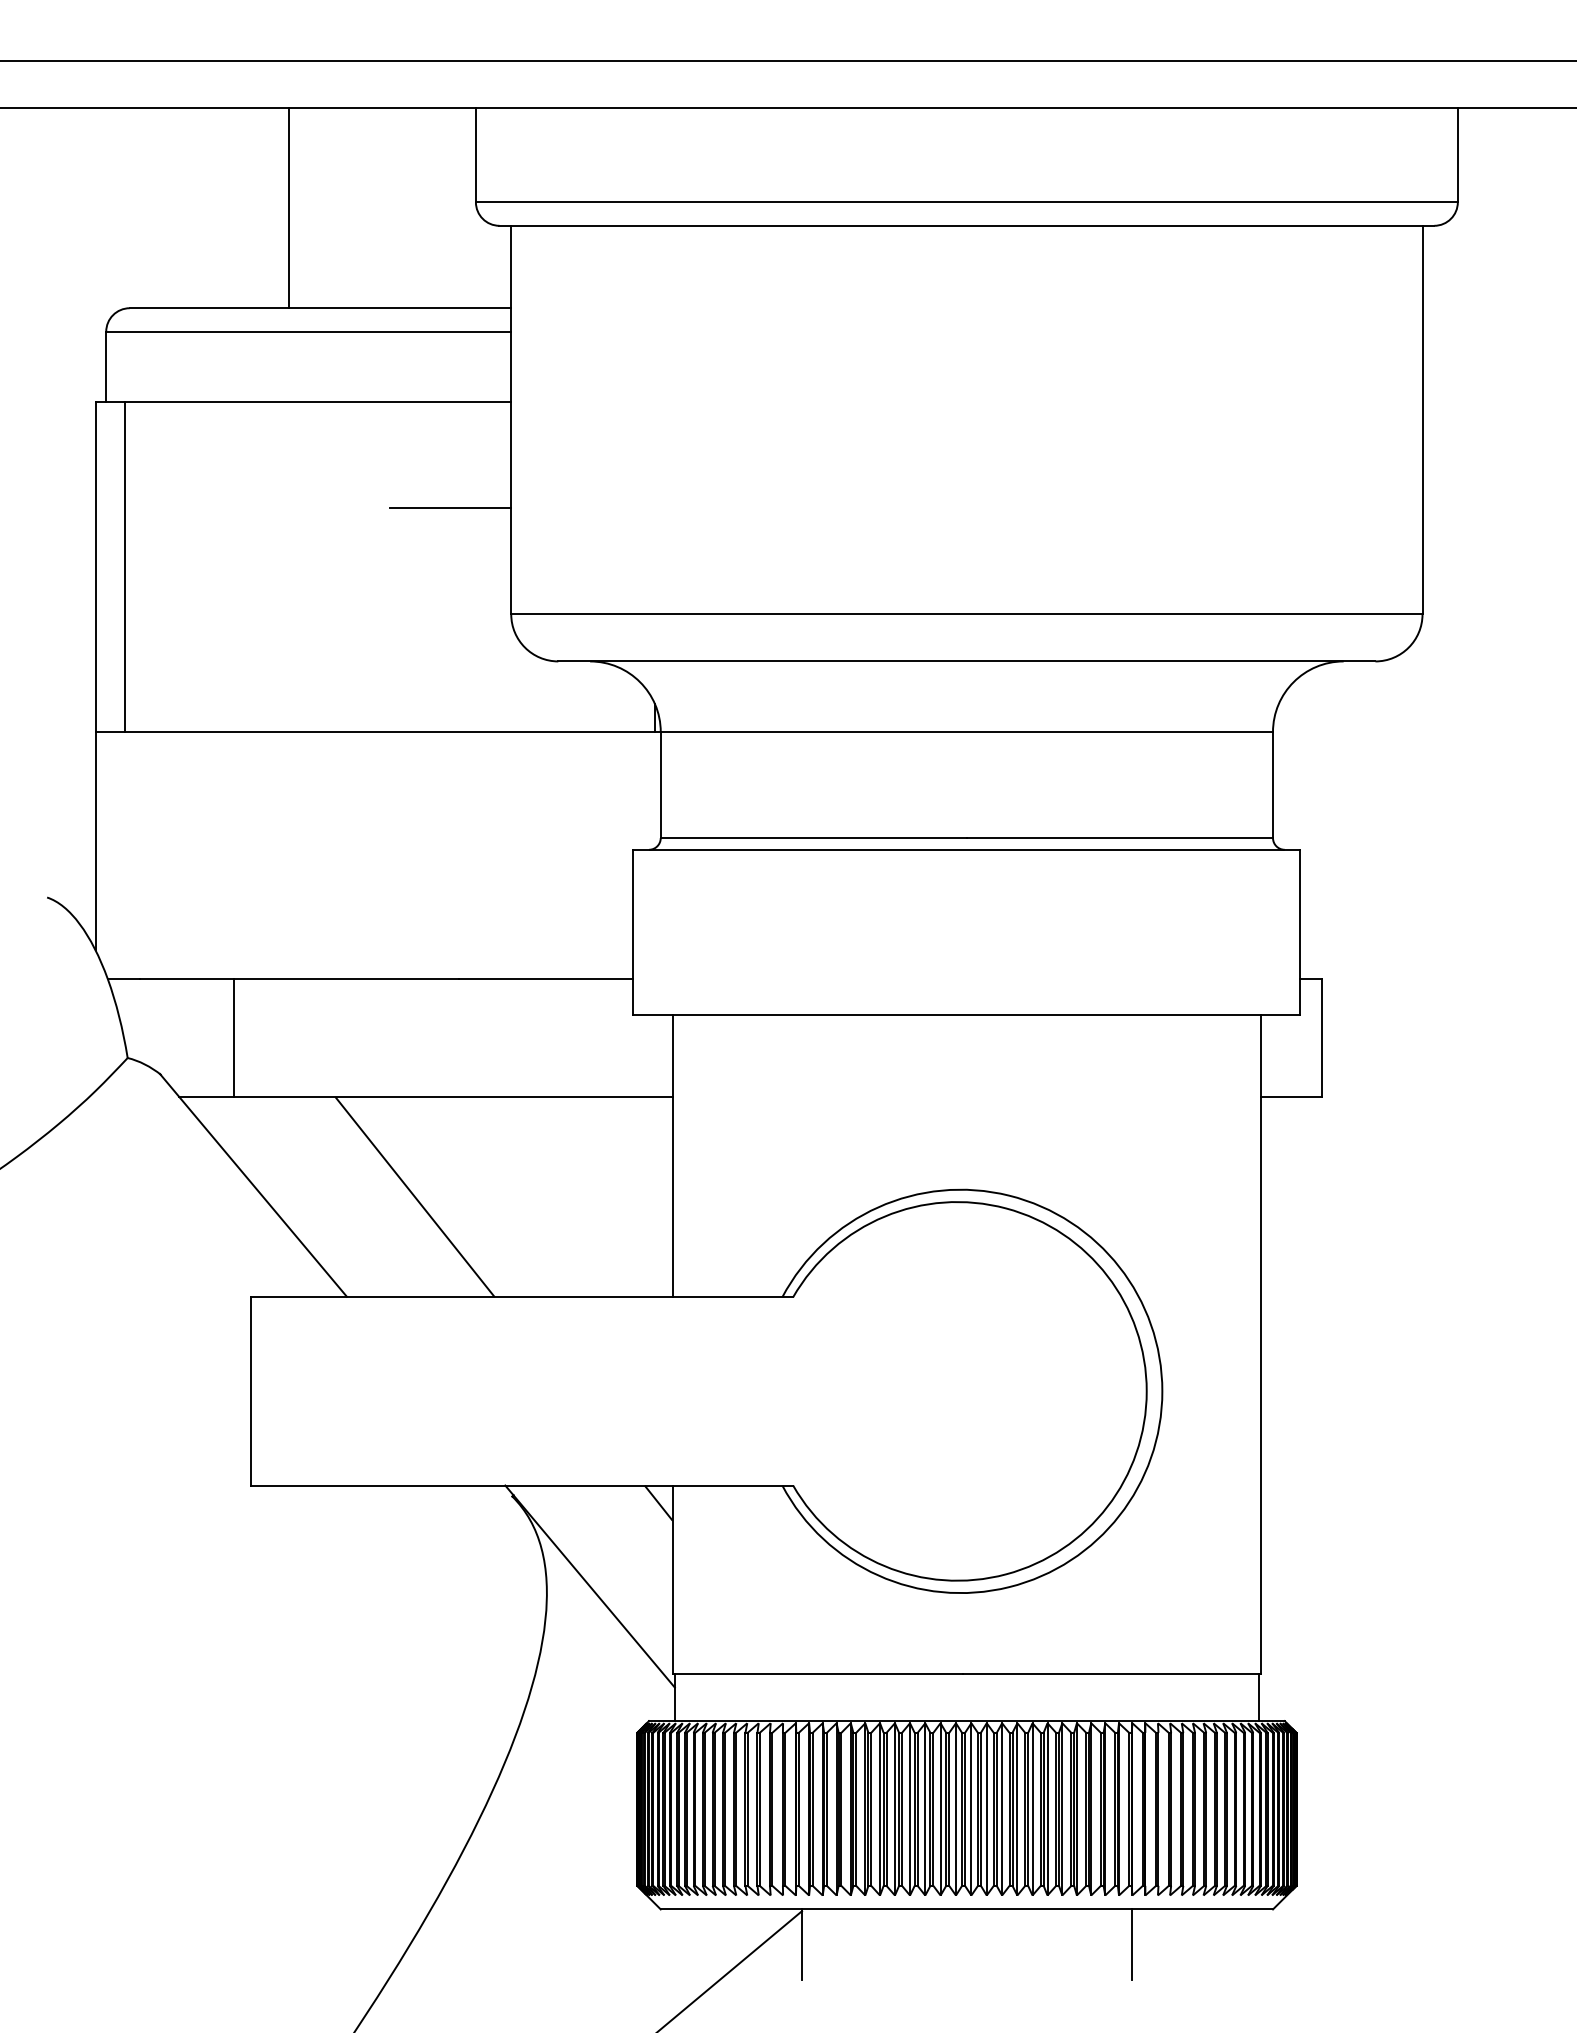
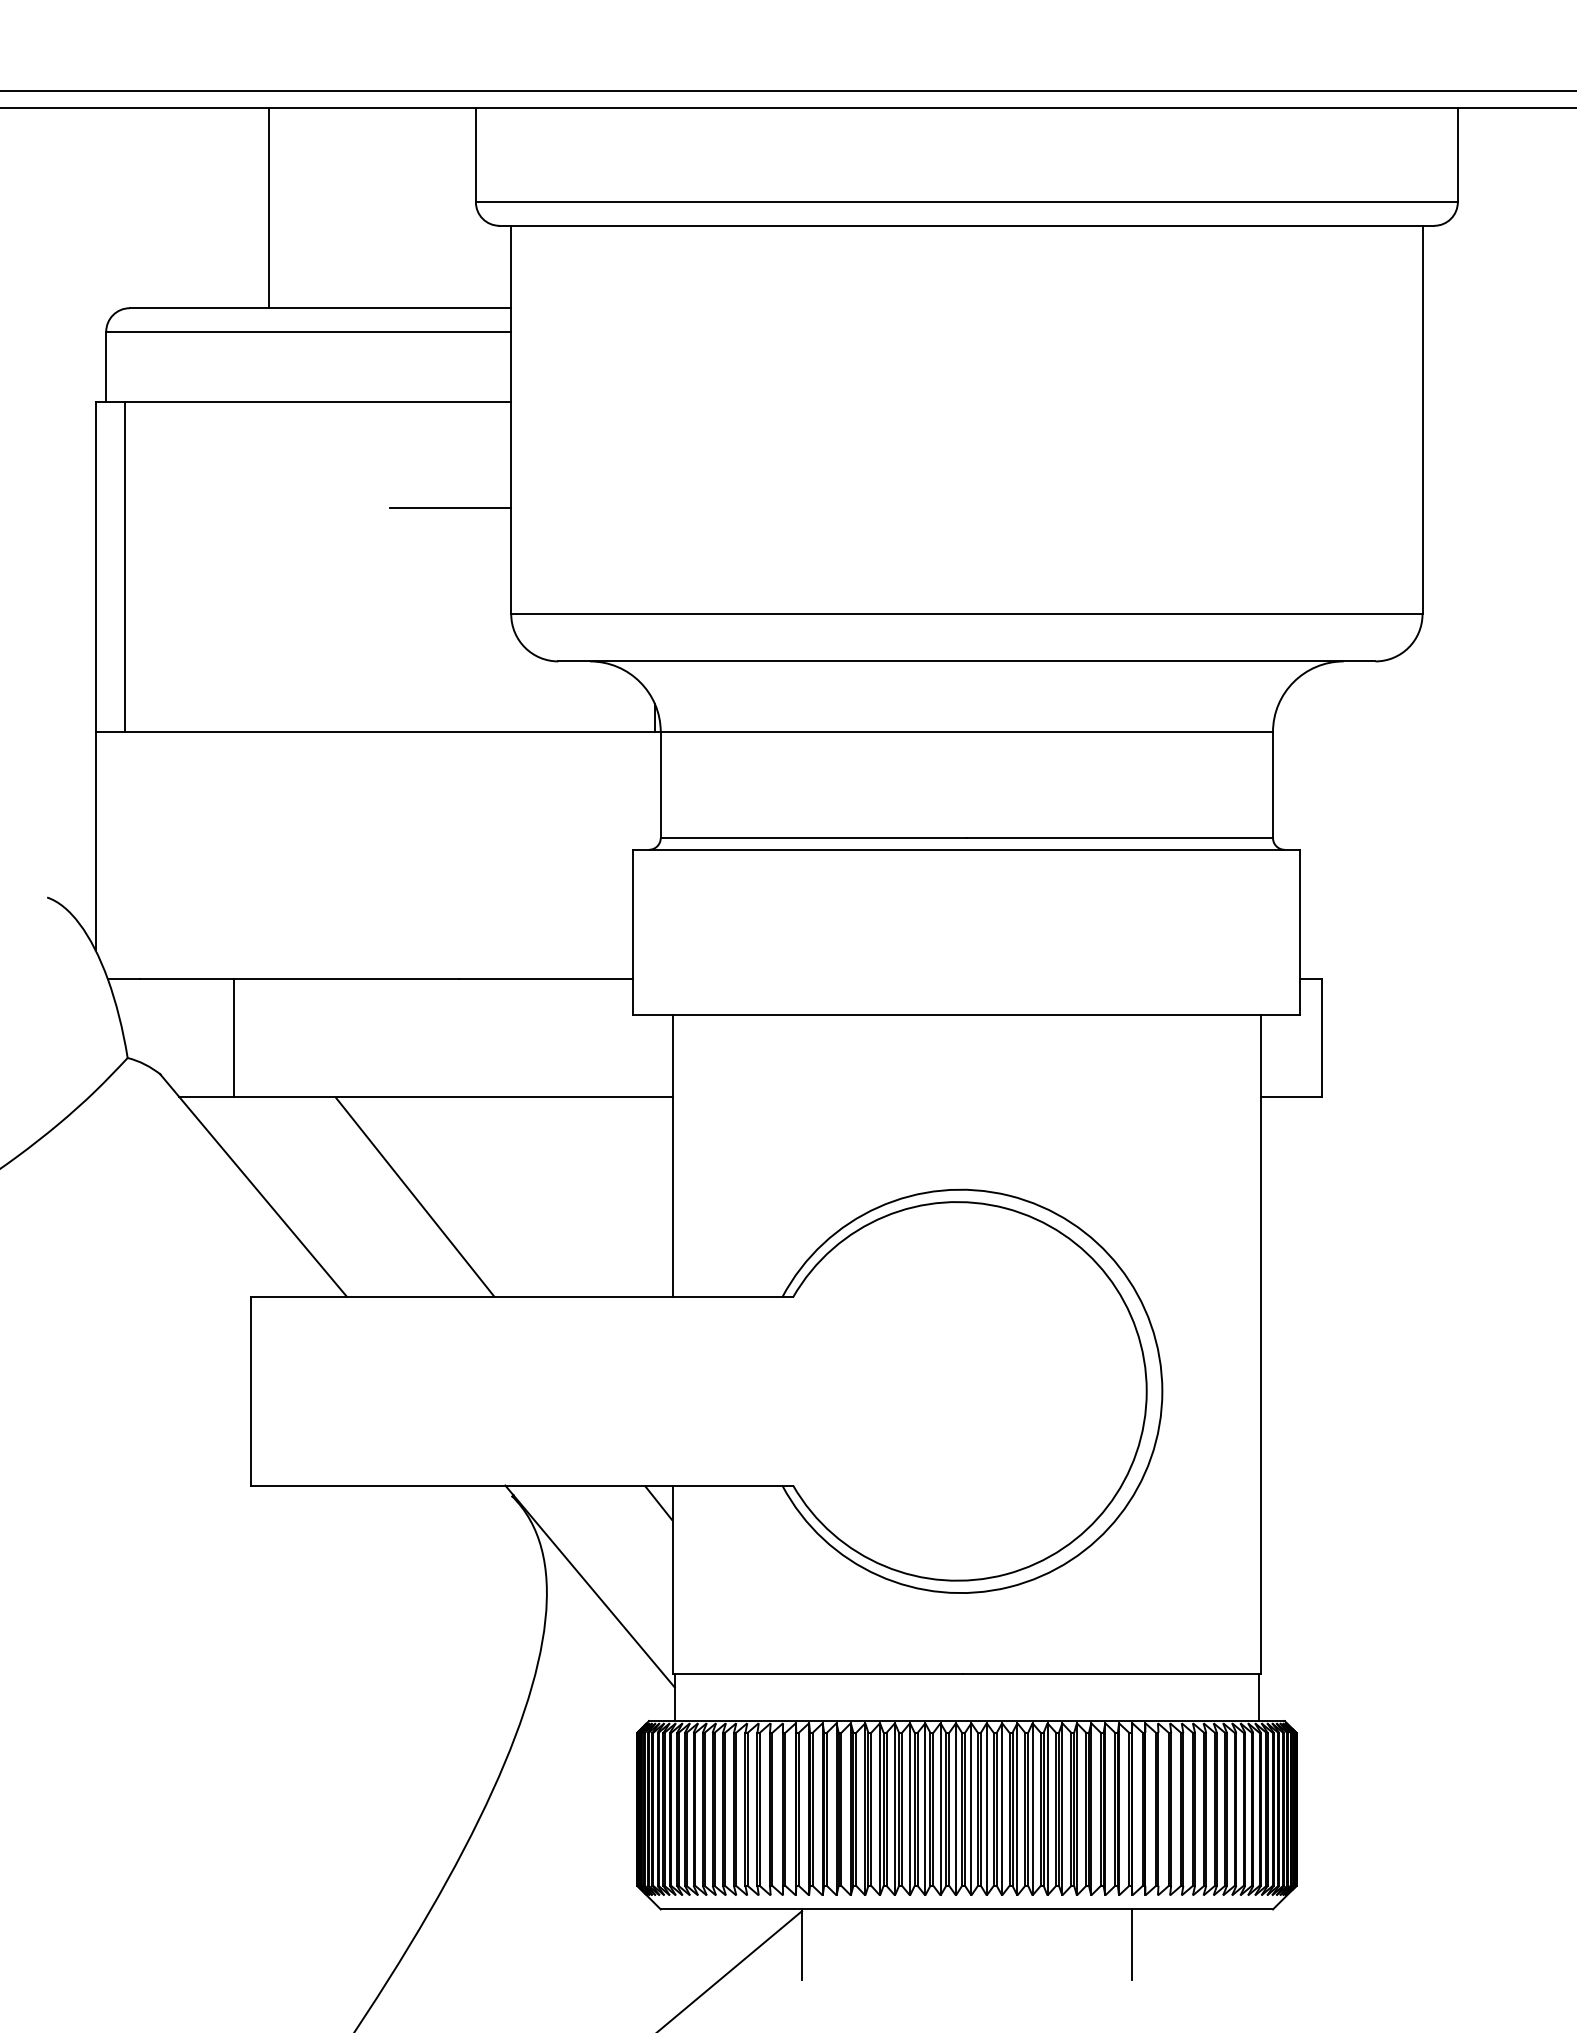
line at (787, 60) position: (787, 60) -> (787, 90)
line at (288, 208) position: (288, 208) -> (268, 208)
